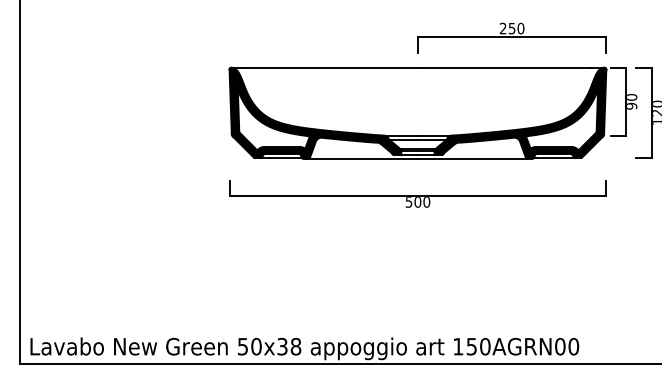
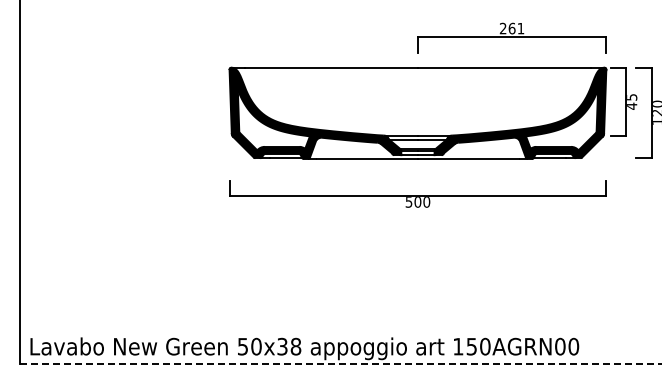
text at (516, 28): 250 -> 261
text at (632, 101): 90 -> 45
line at (340, 363): solid -> dashed
